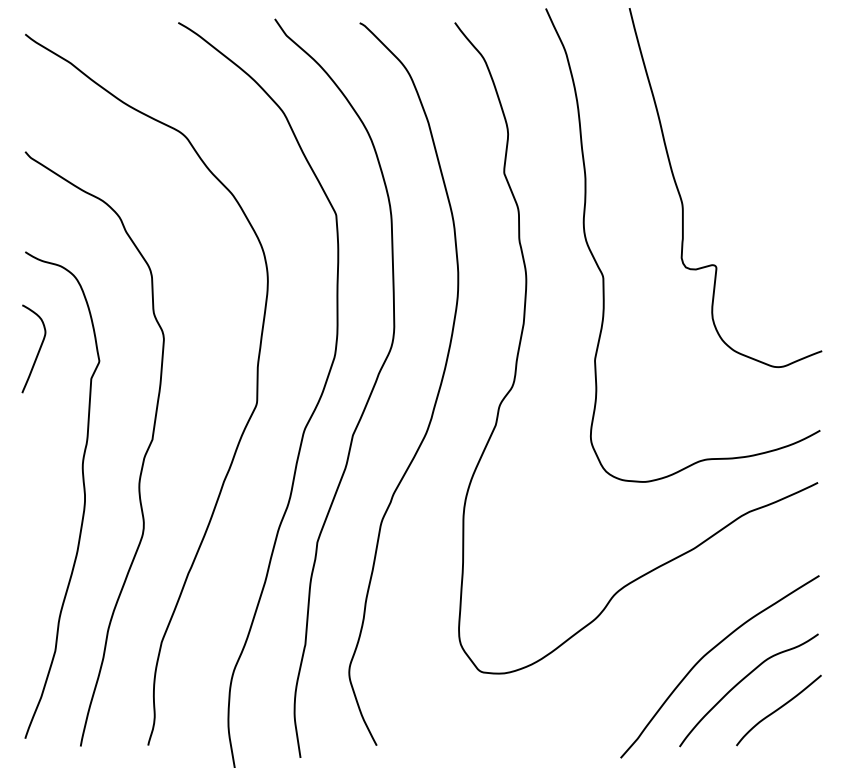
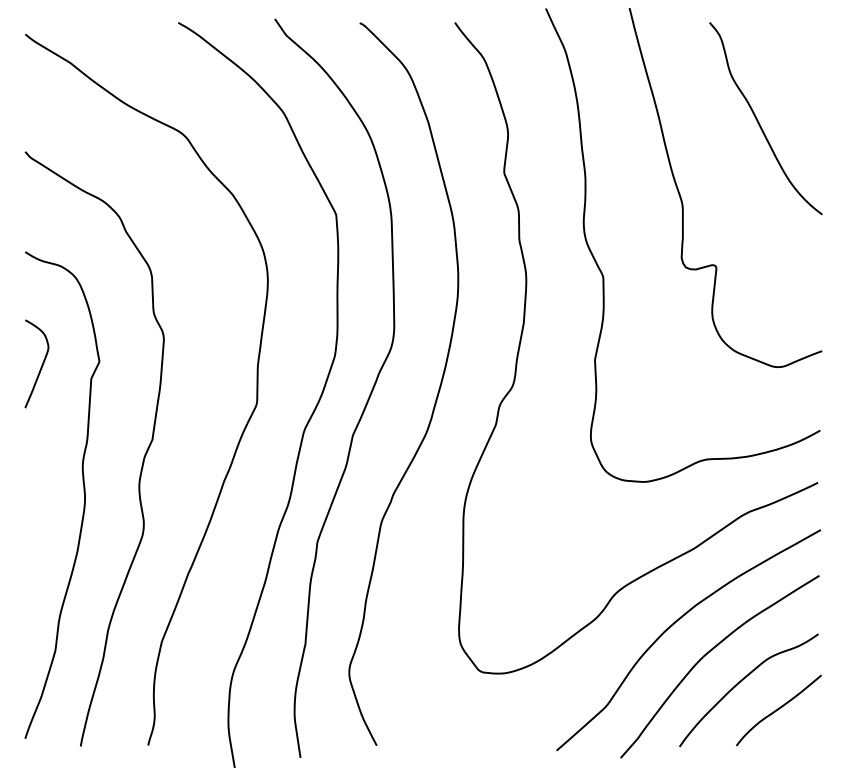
curve at (759, 122): none -> present
curve at (38, 349) position: (38, 349) -> (41, 364)
curve at (673, 625): none -> present
